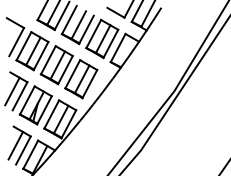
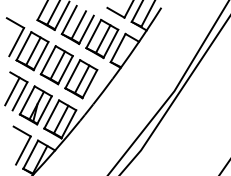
line at (15, 145): present -> none
